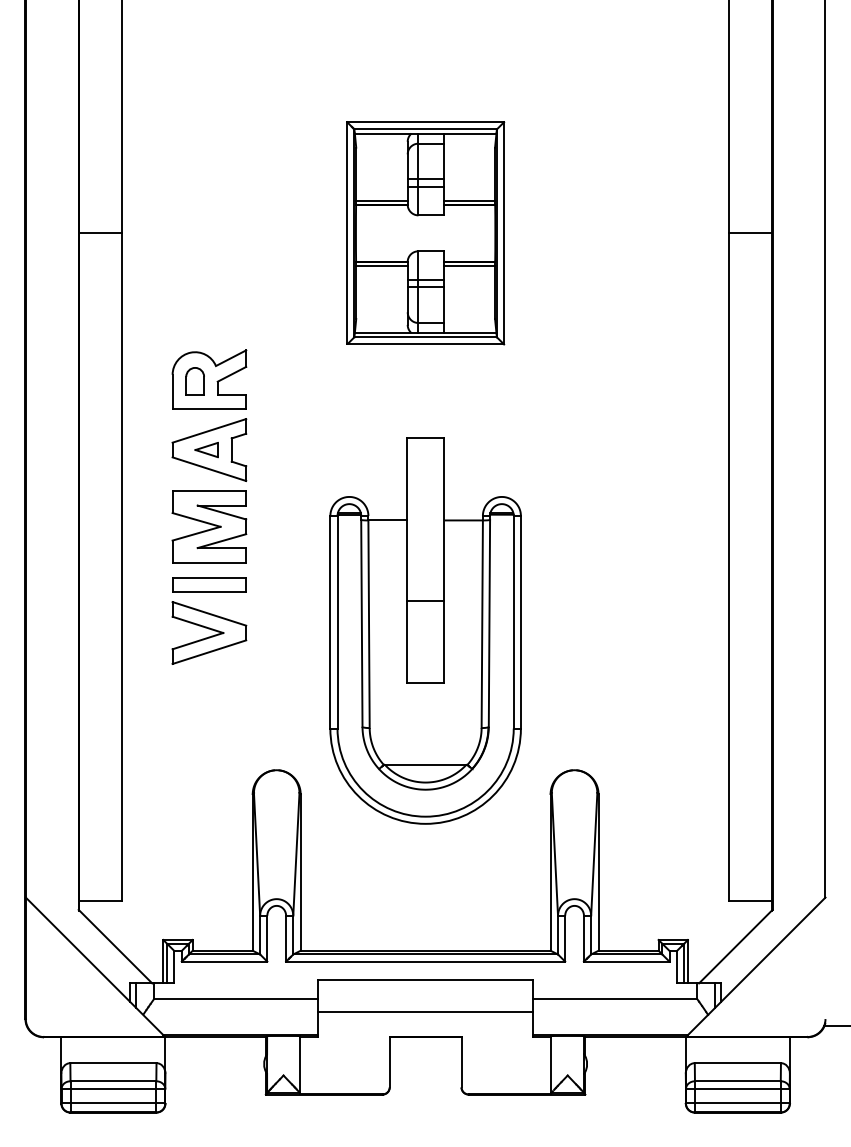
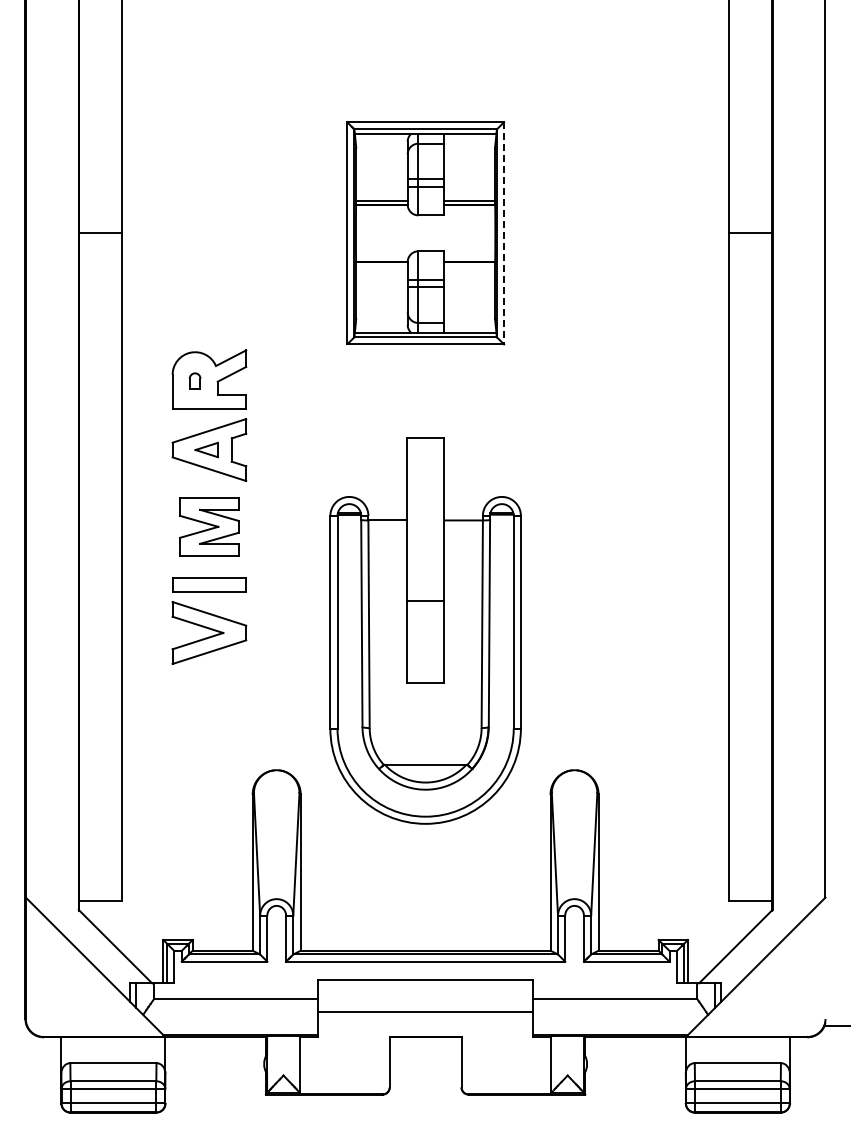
line at (504, 233): solid -> dashed
line at (381, 265): present -> none
line at (469, 265): present -> none
part at (194, 381) size: 20x29 px -> 13x18 px
part at (209, 526) size: 77x74 px -> 61x60 px
